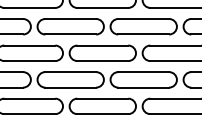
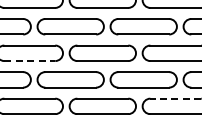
line at (30, 61): solid -> dashed
line at (175, 98): solid -> dashed
